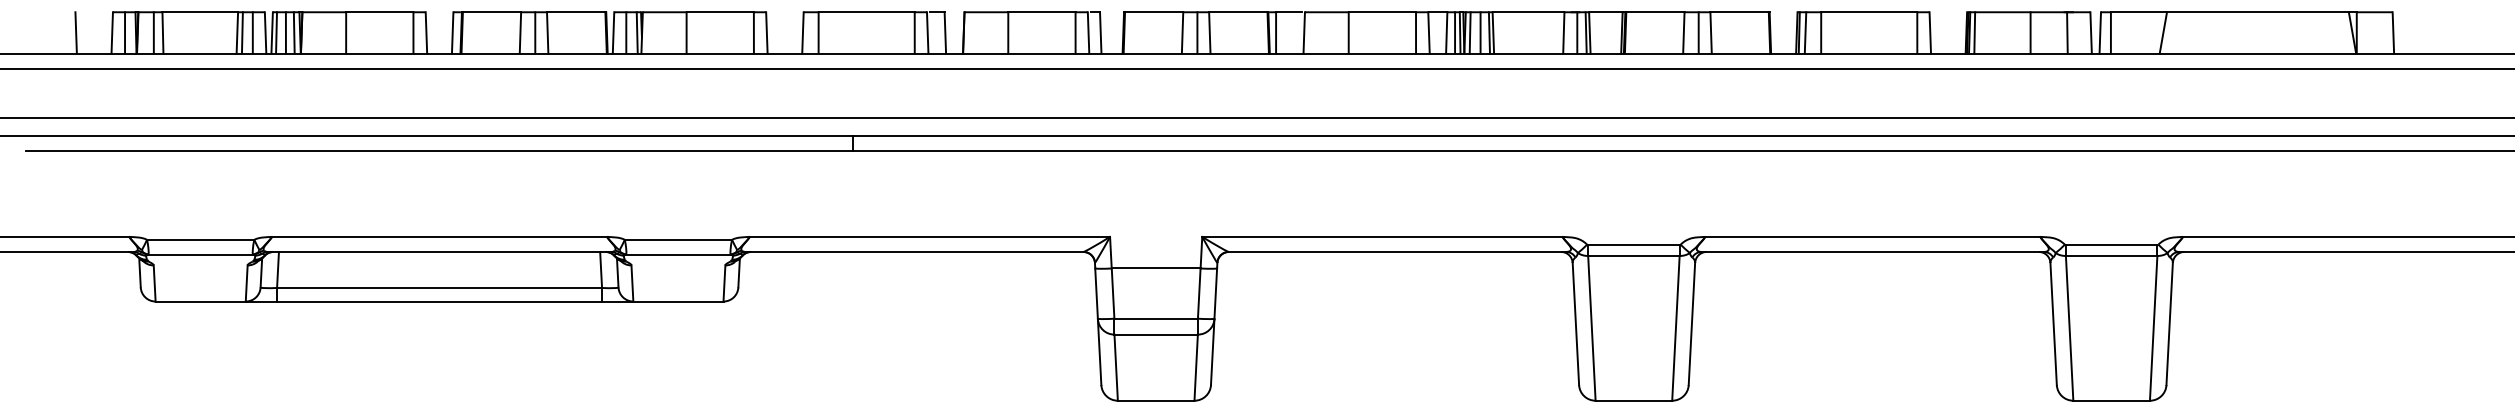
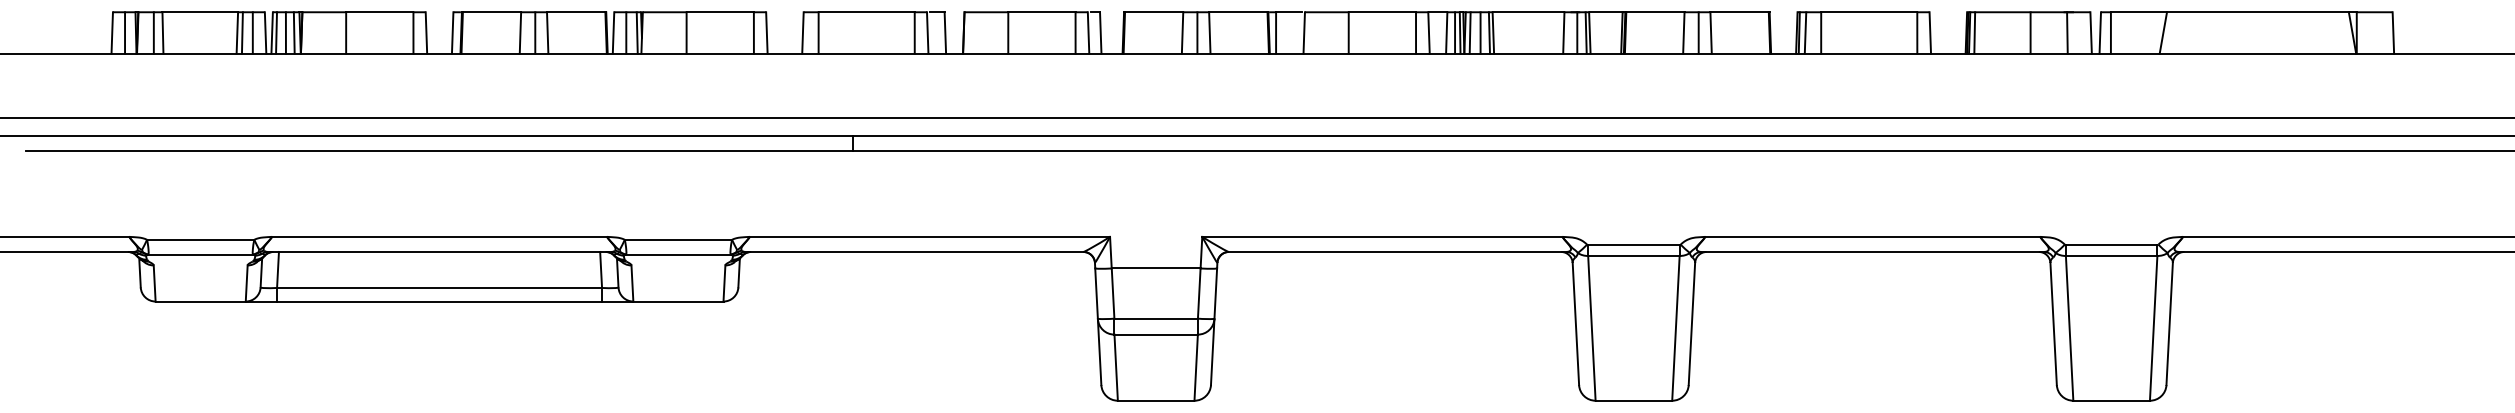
line at (75, 32): present -> none
line at (1256, 68): present -> none
